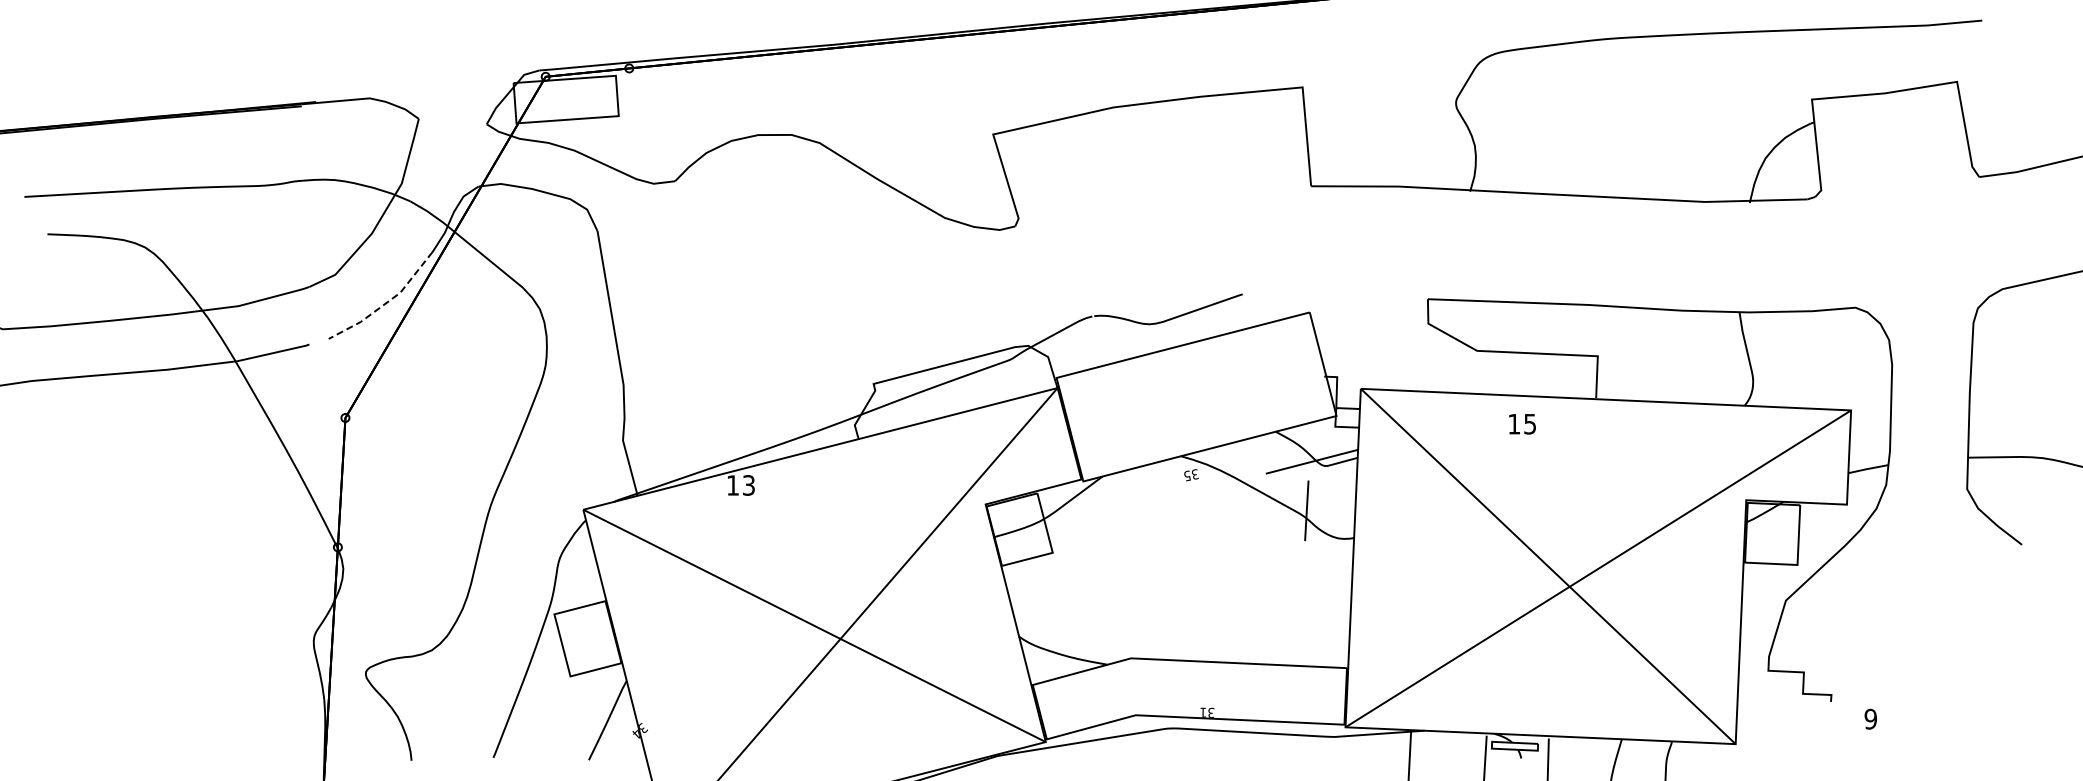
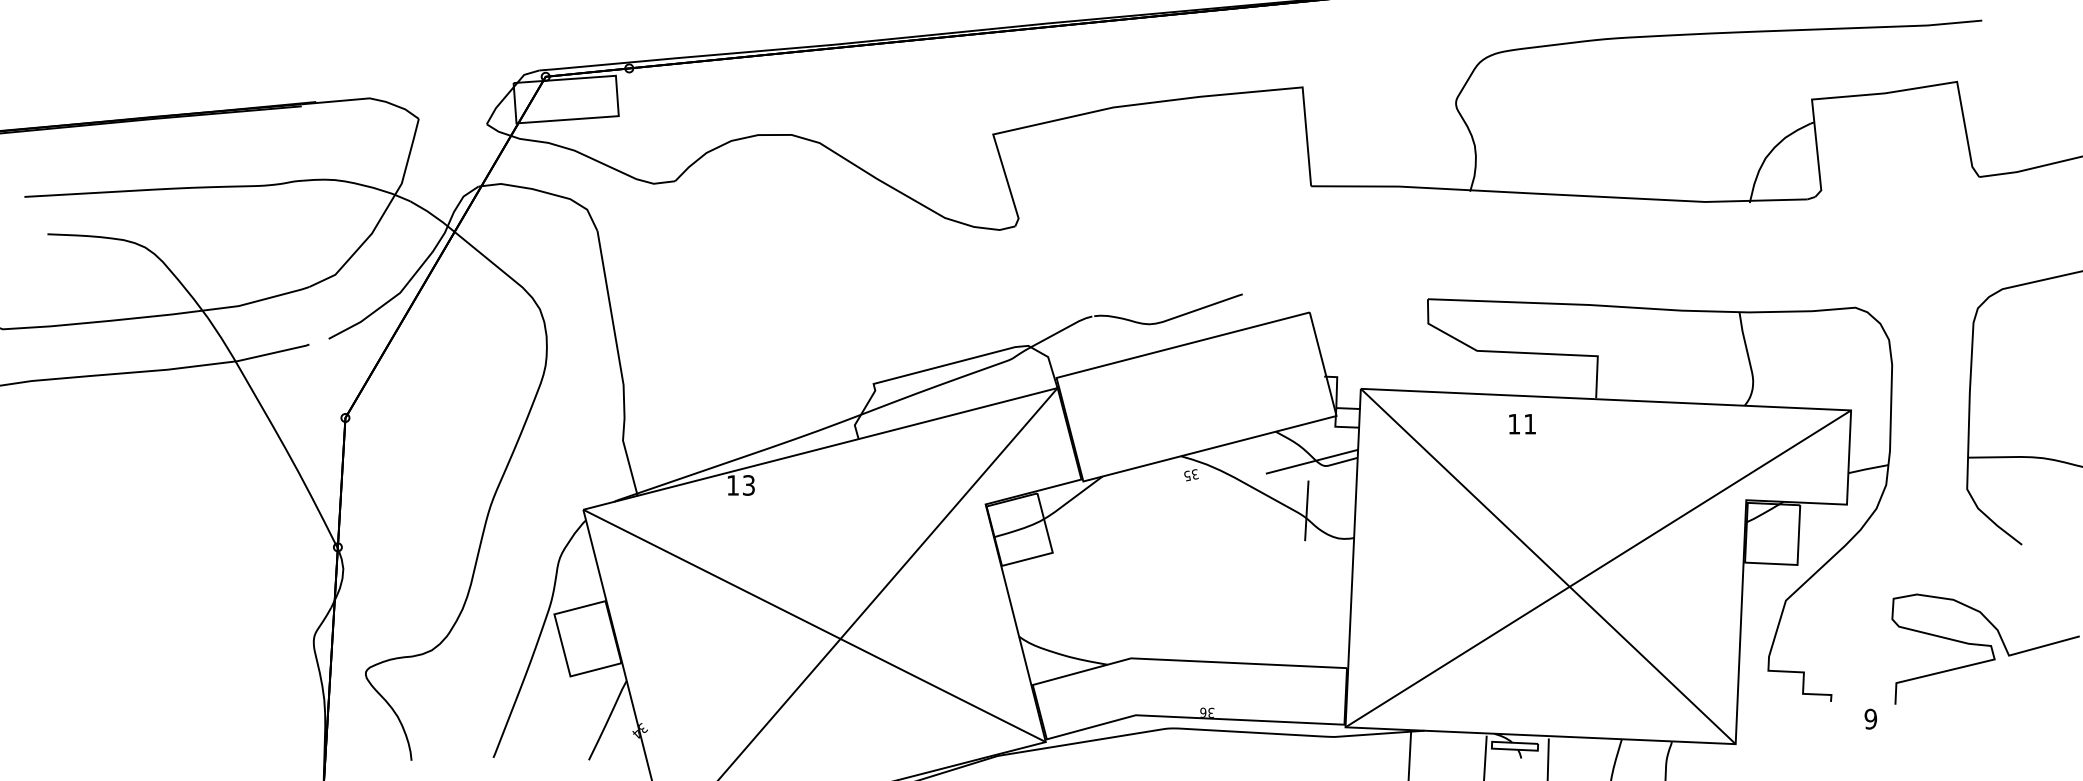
line at (386, 303): dashed -> solid
text at (1529, 424): 15 -> 11
curve at (1985, 646): none -> present
text at (1203, 712): 31 -> 36
